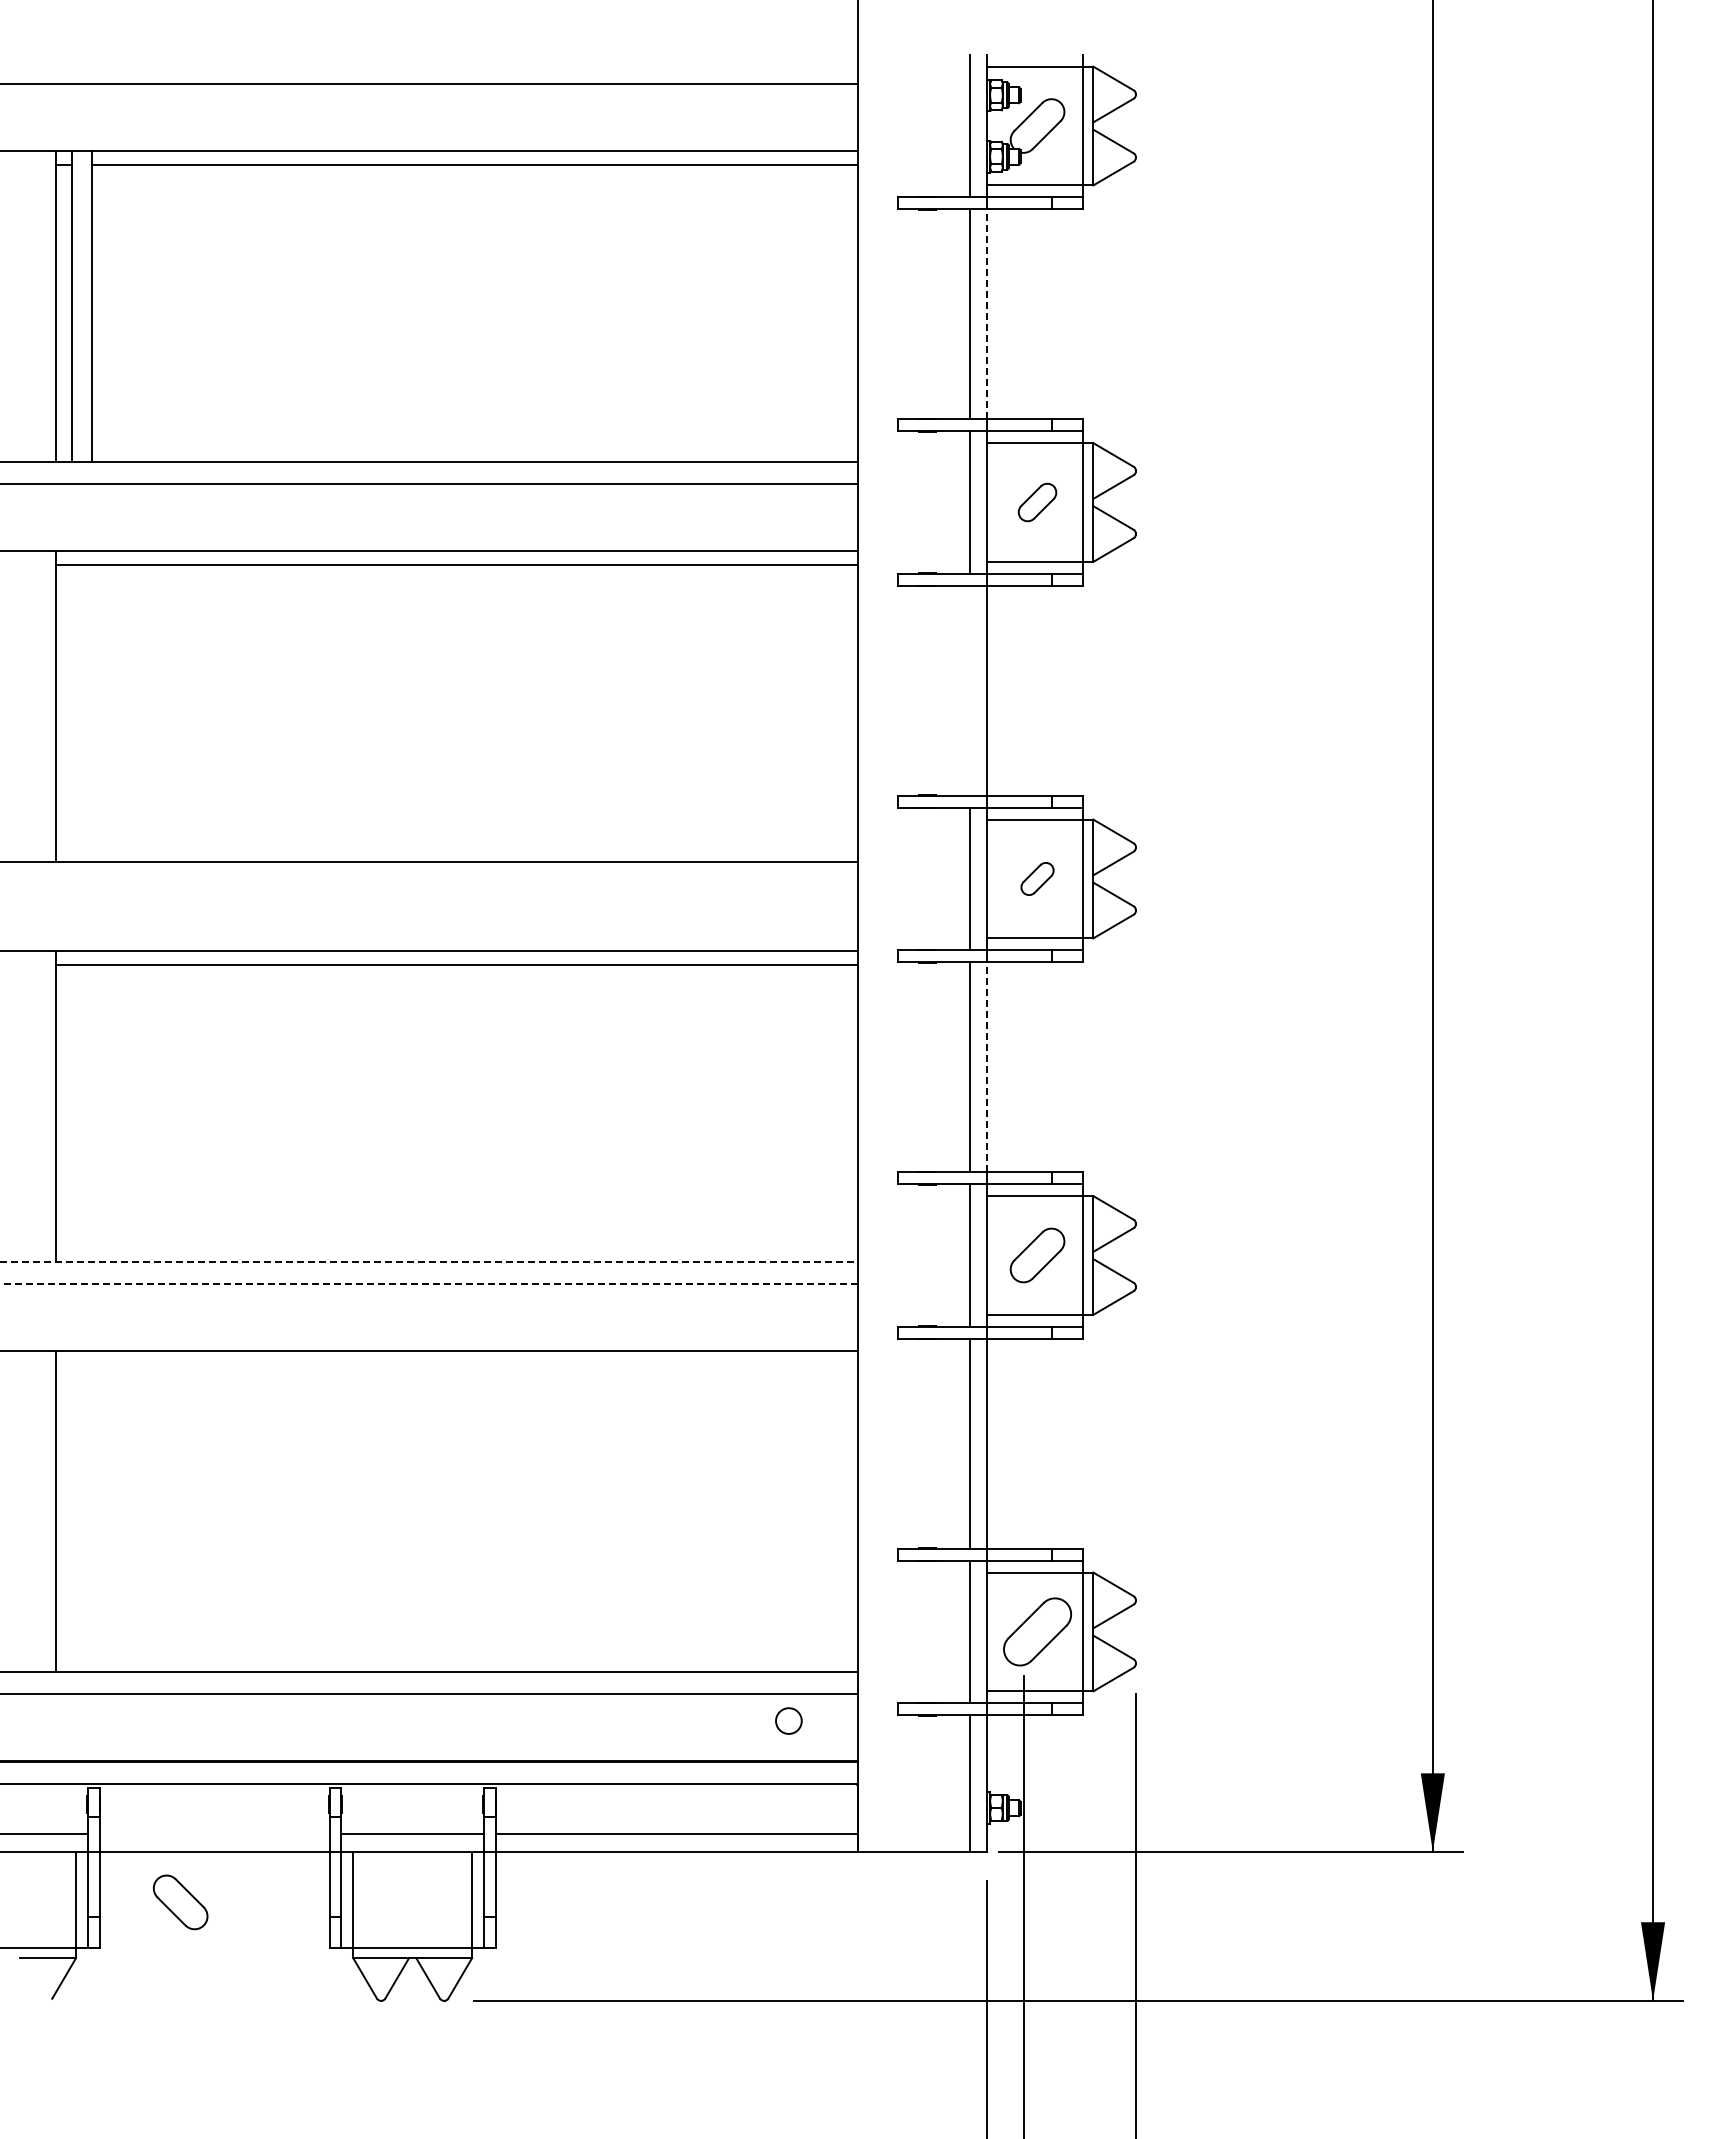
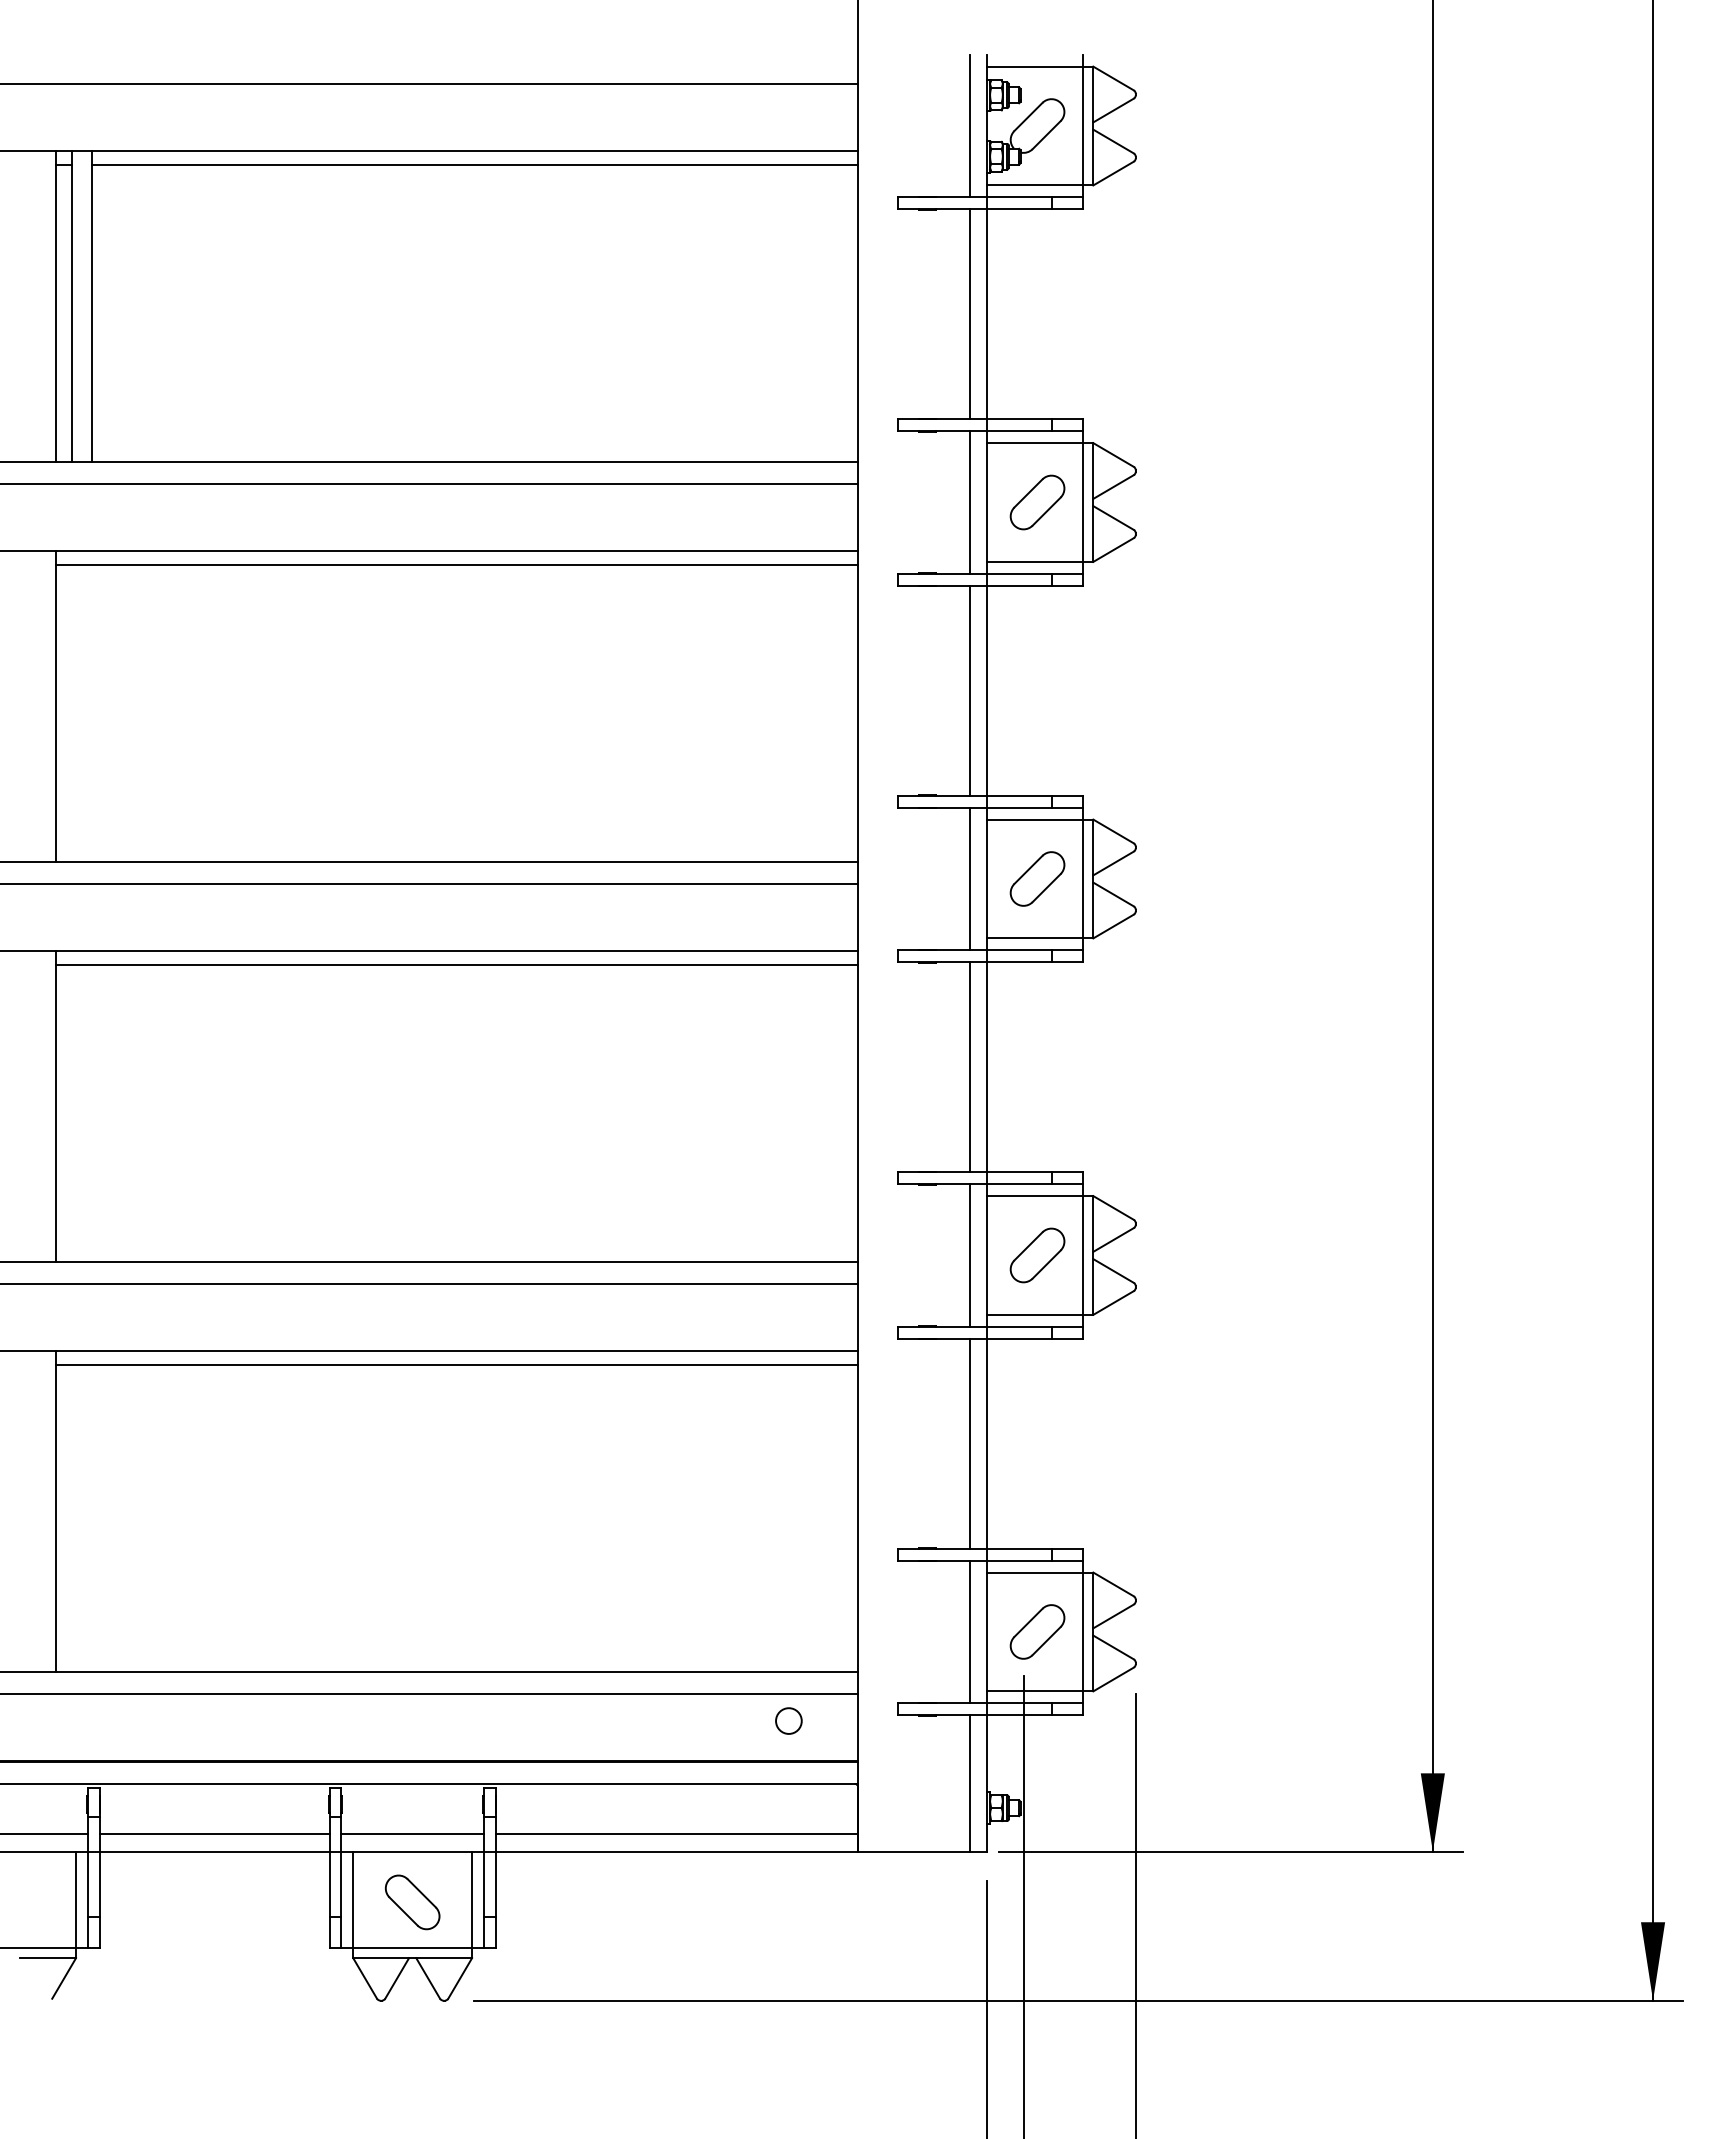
line at (986, 313): dashed -> solid
part at (1037, 502) size: 40x41 px -> 57x57 px
line at (969, 690): none -> present
part at (1037, 878) size: 35x34 px -> 57x56 px
line at (430, 884): none -> present
line at (986, 1066): dashed -> solid
line at (429, 1261): dashed -> solid
line at (429, 1284): dashed -> solid
line at (457, 1364): none -> present
part at (1037, 1631) size: 69x70 px -> 57x56 px
line at (214, 1834): none -> present
part at (180, 1902) position: (180, 1902) -> (412, 1902)
